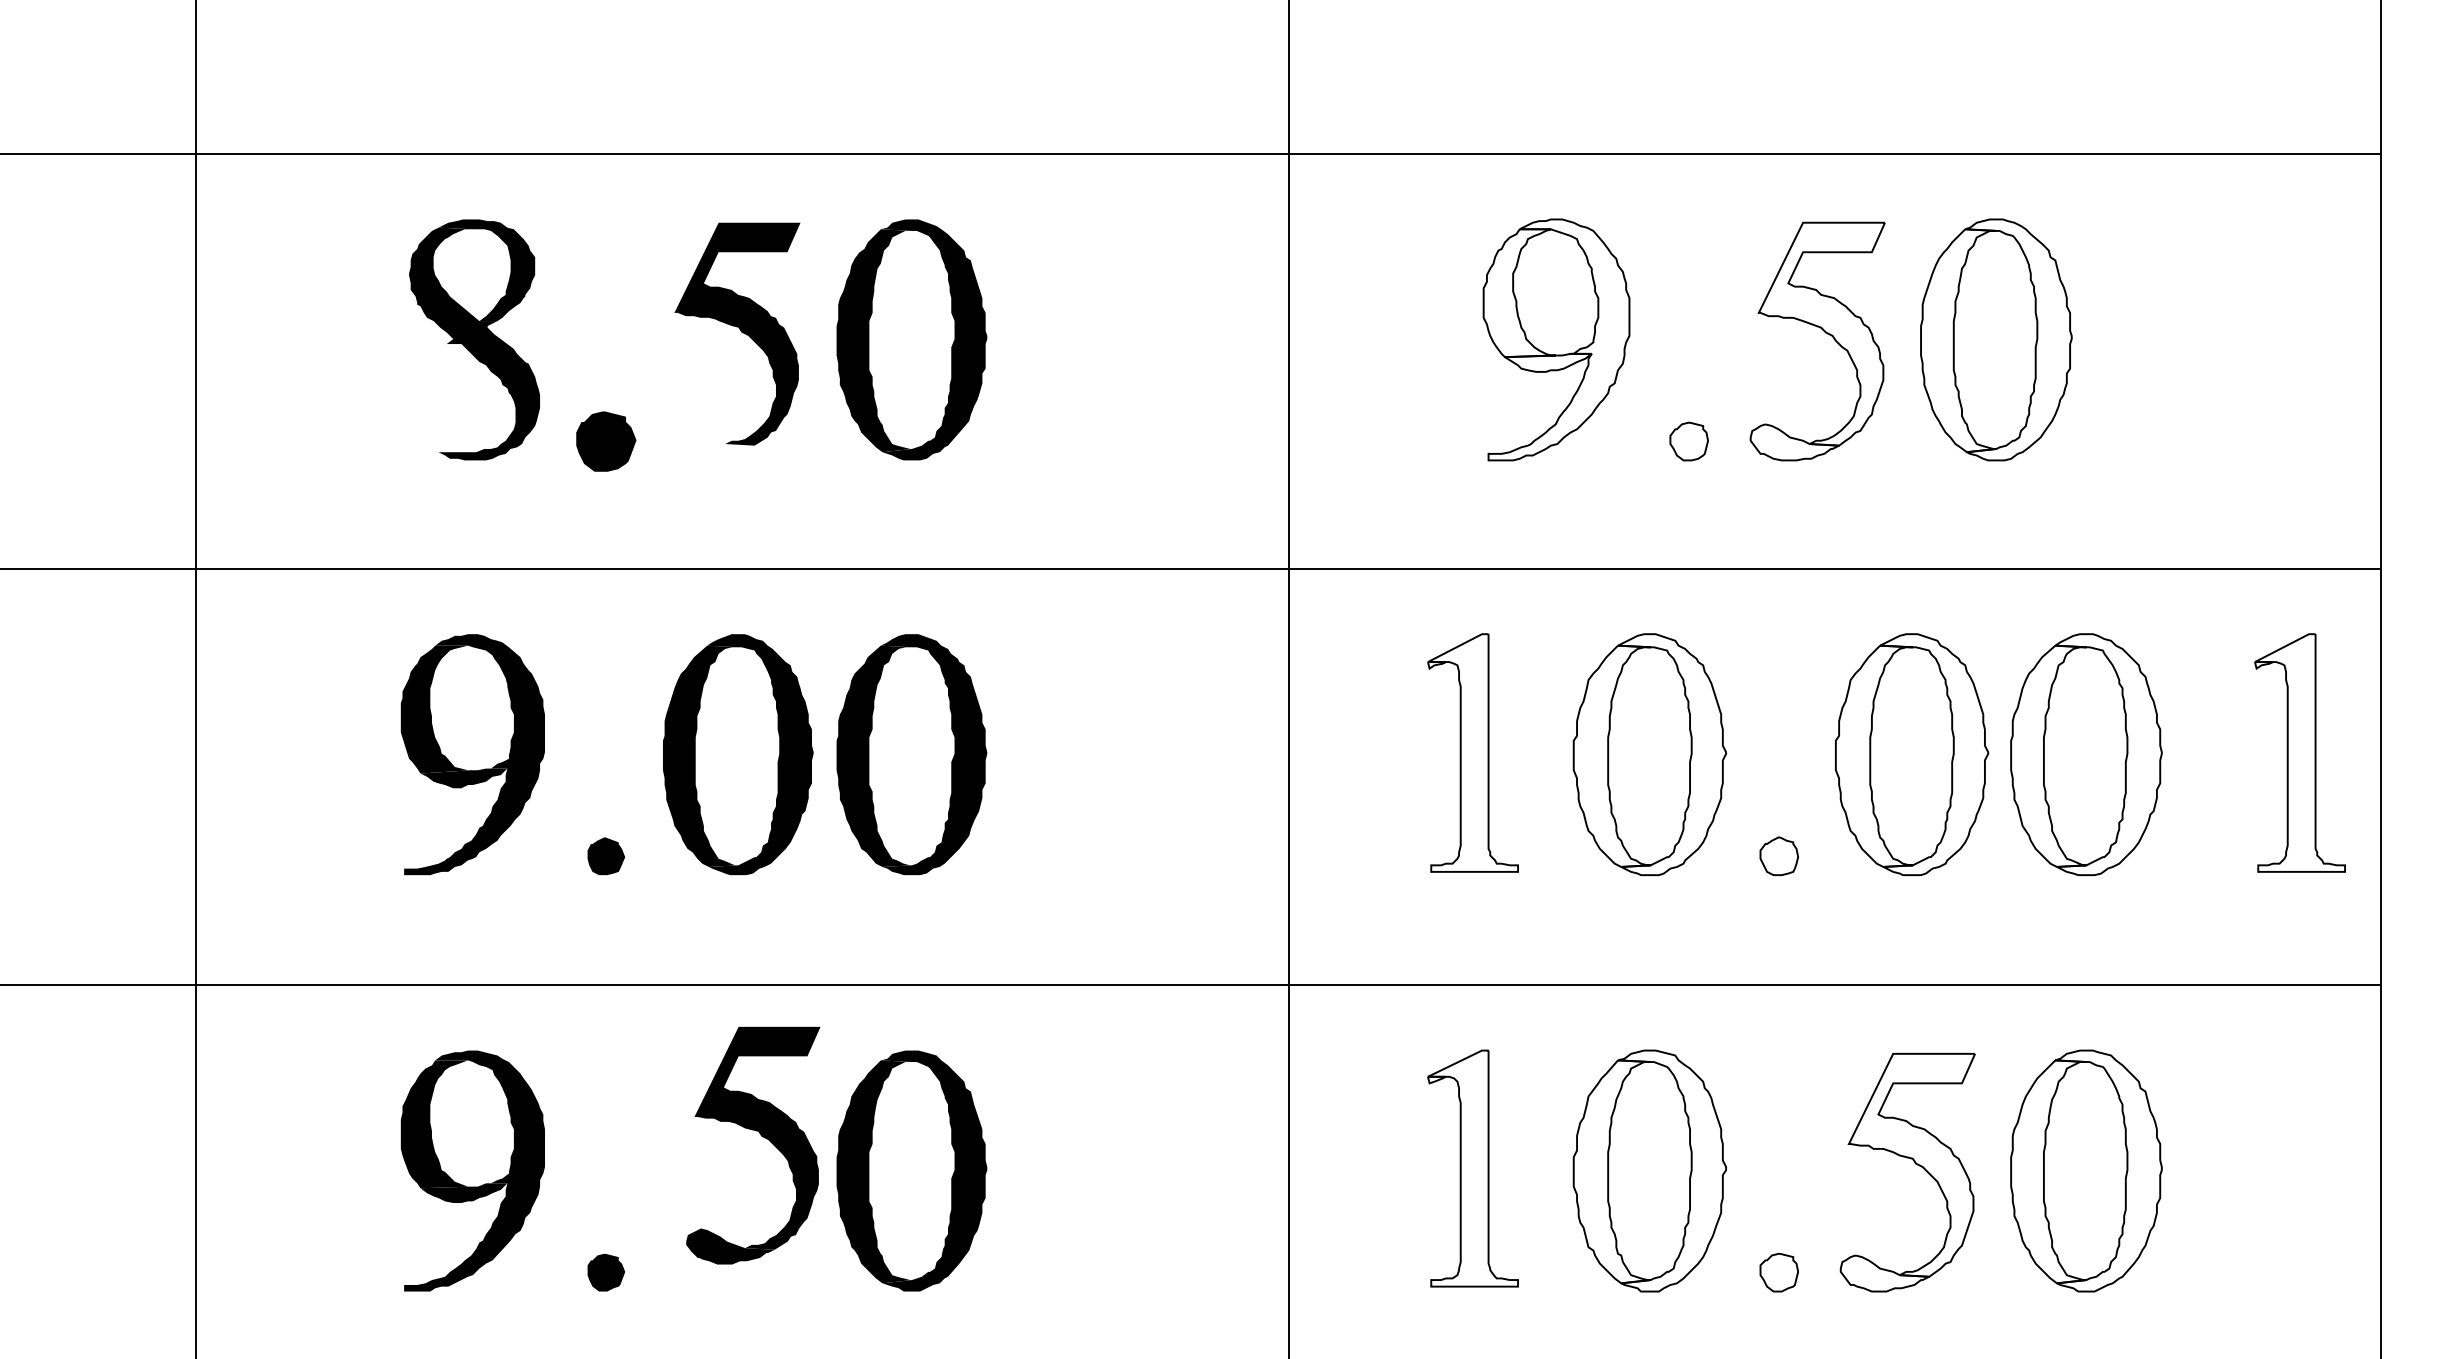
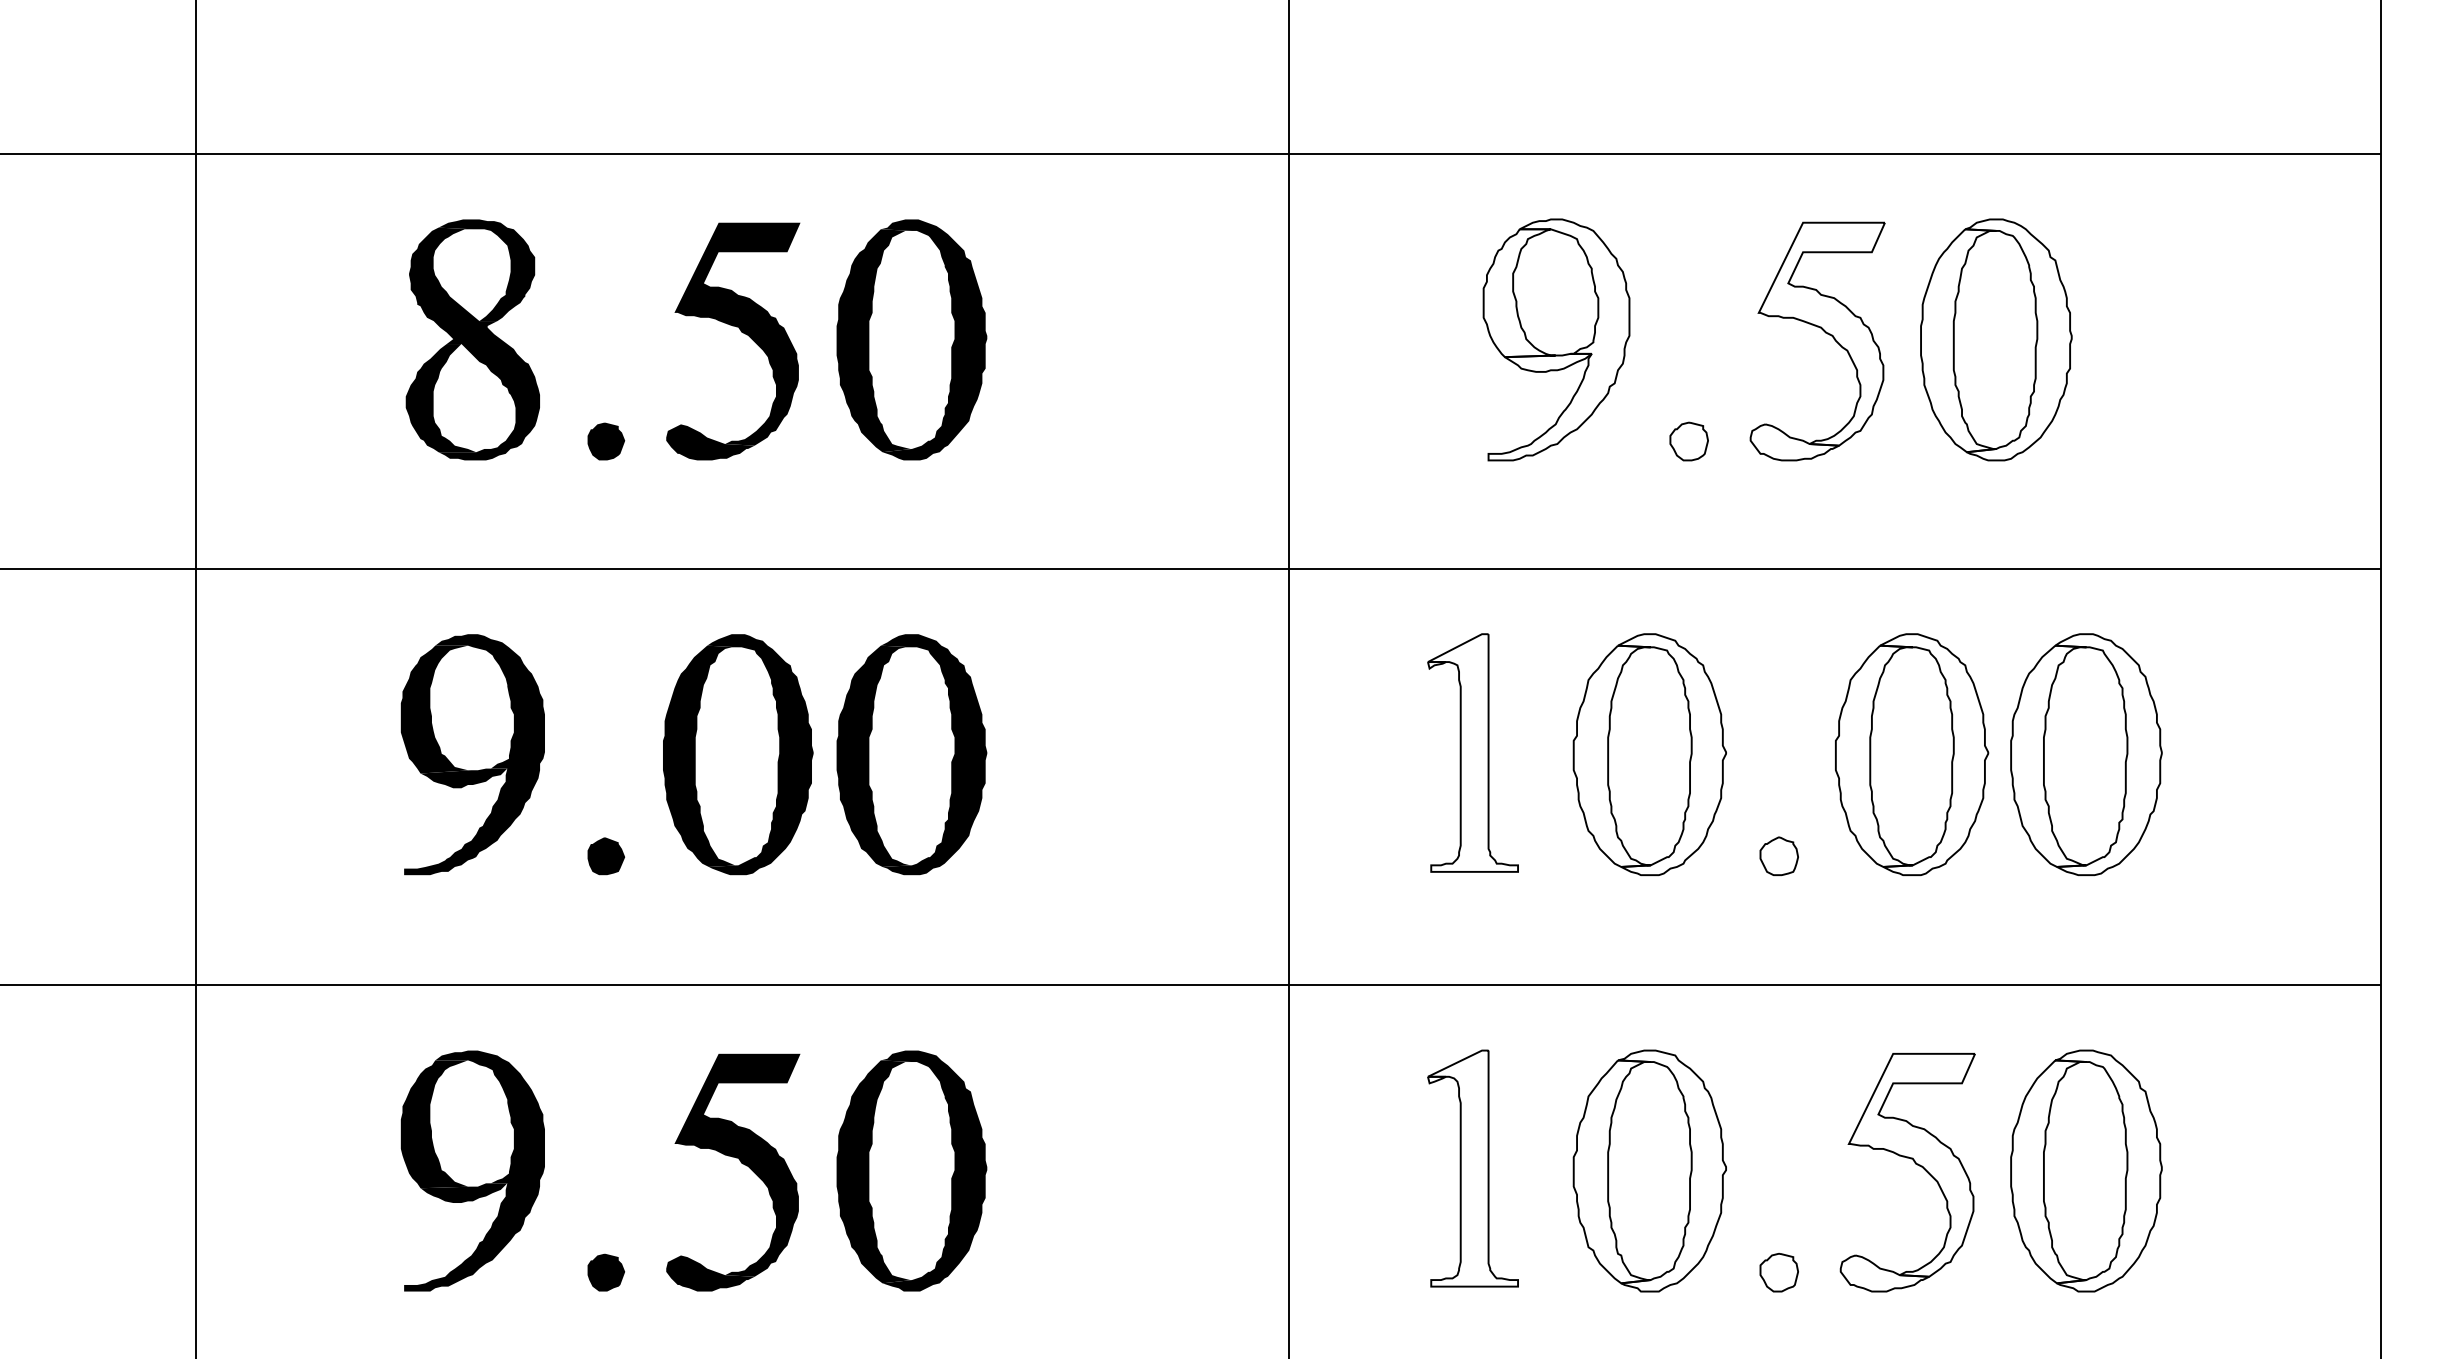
fill at (440, 398): none -> present
part at (606, 441) size: 61x61 px -> 39x39 px
fill at (710, 442): none -> present
part at (2299, 752): present -> none
part at (761, 1136) position: (761, 1136) -> (741, 1163)
